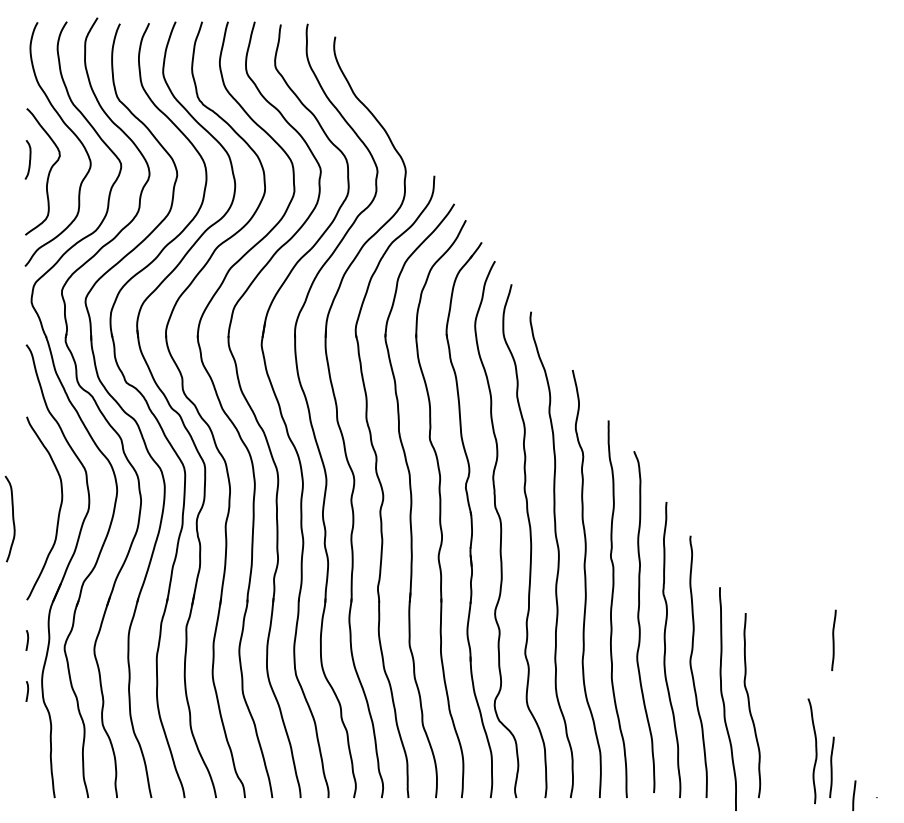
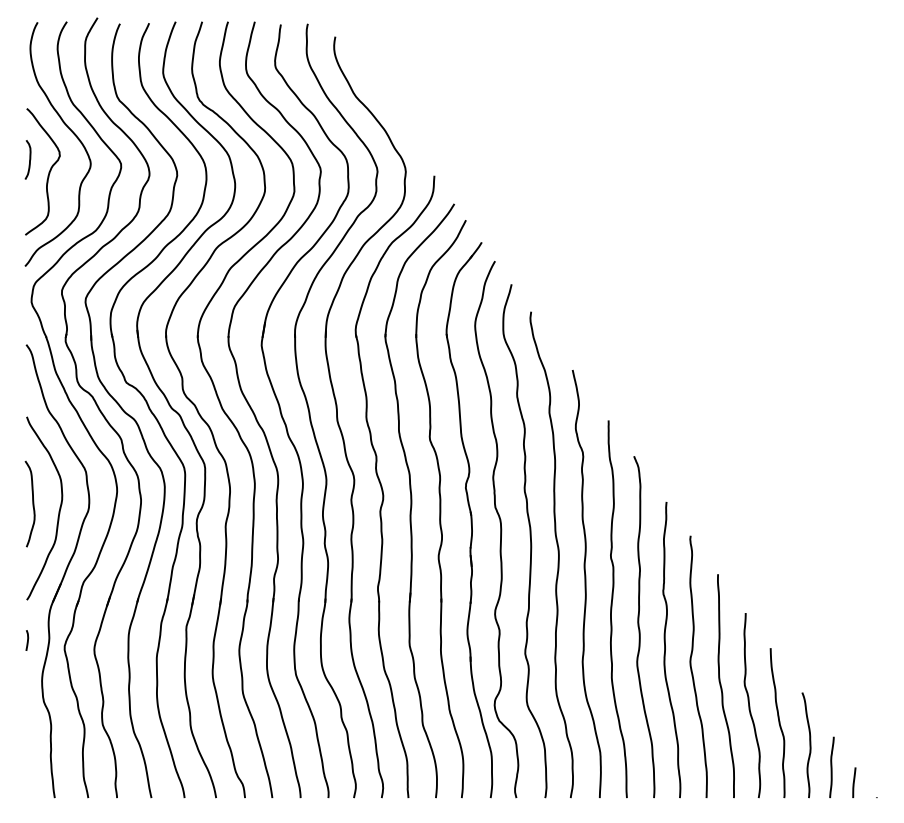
curve at (12, 518) position: (12, 518) -> (32, 503)
curve at (640, 624) position: (640, 624) -> (640, 629)
line at (833, 640): present -> none
curve at (27, 691): present -> none
curve at (724, 700) position: (724, 700) -> (722, 687)
curve at (778, 723): none -> present
curve at (815, 751) position: (815, 751) -> (809, 745)
line at (854, 795) position: (854, 795) -> (854, 782)
